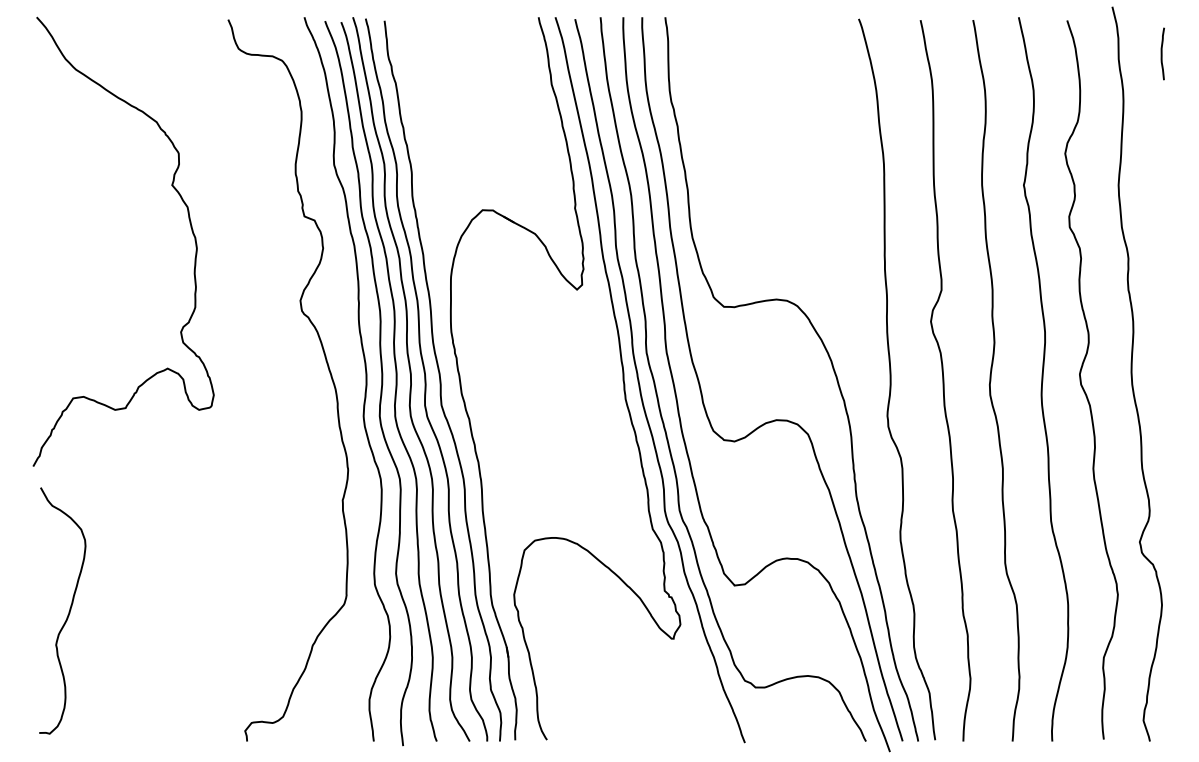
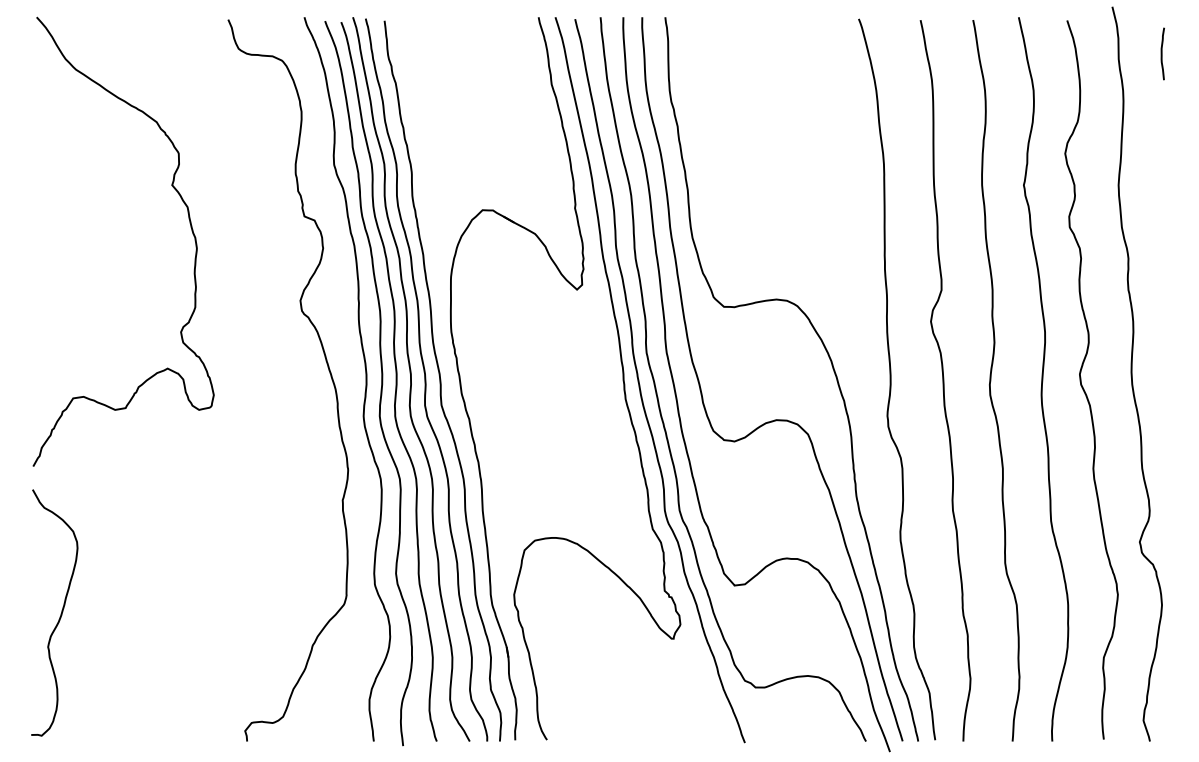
curve at (68, 611) position: (68, 611) -> (60, 613)
